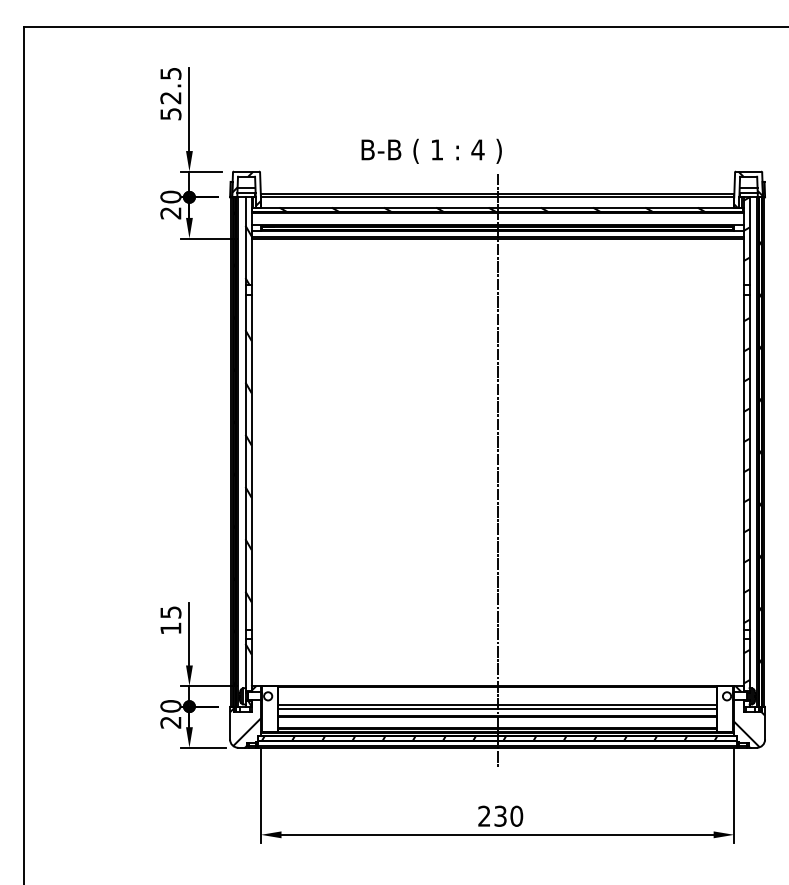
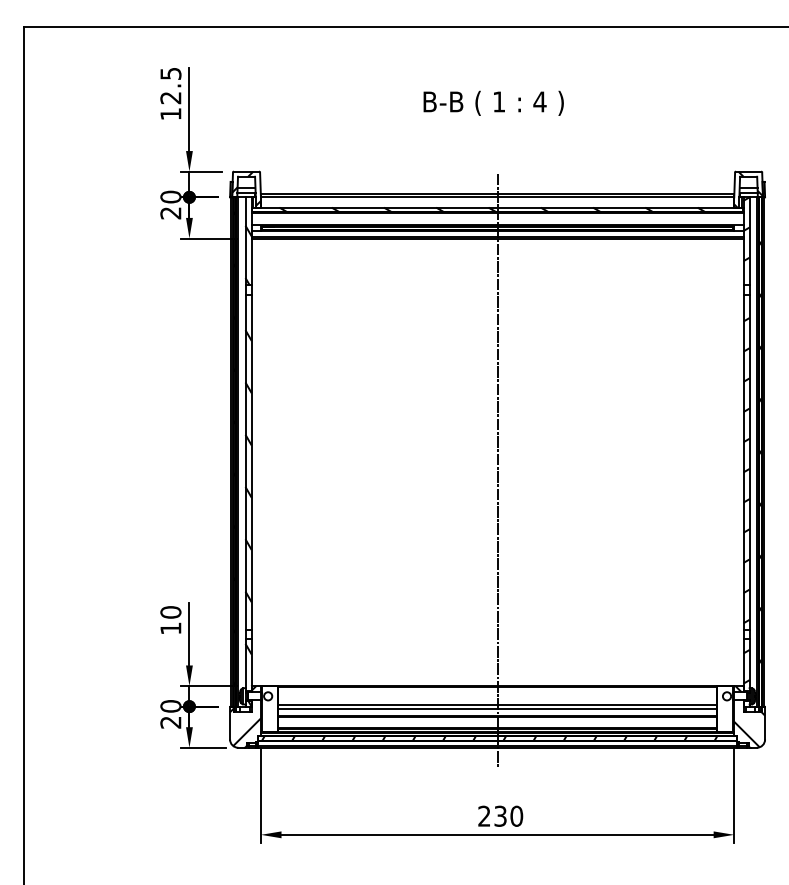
text at (170, 114): 52.5 -> 12.5
text at (431, 150) position: (431, 150) -> (493, 102)
text at (170, 612): 15 -> 10
